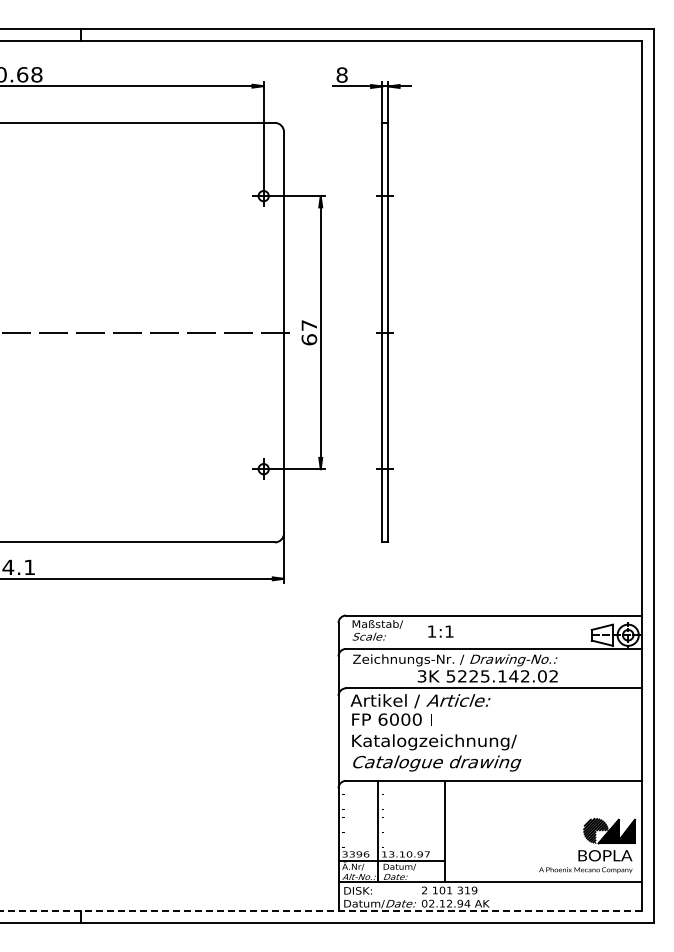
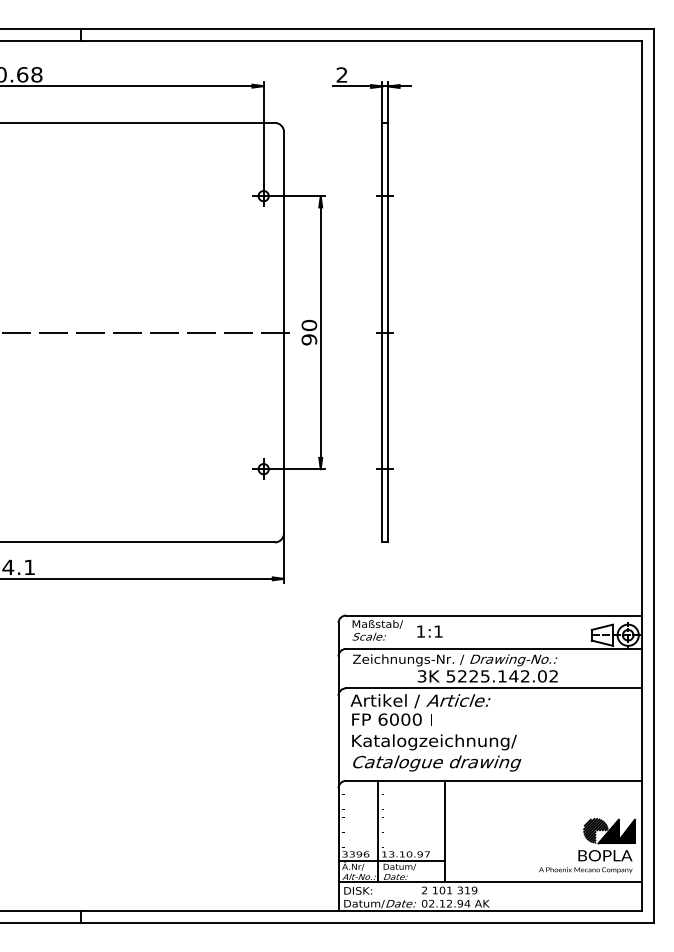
text at (341, 74): 8 -> 2
text at (309, 332): 67 -> 90
text at (440, 631) position: (440, 631) -> (429, 631)
line at (321, 911): dashed -> solid
